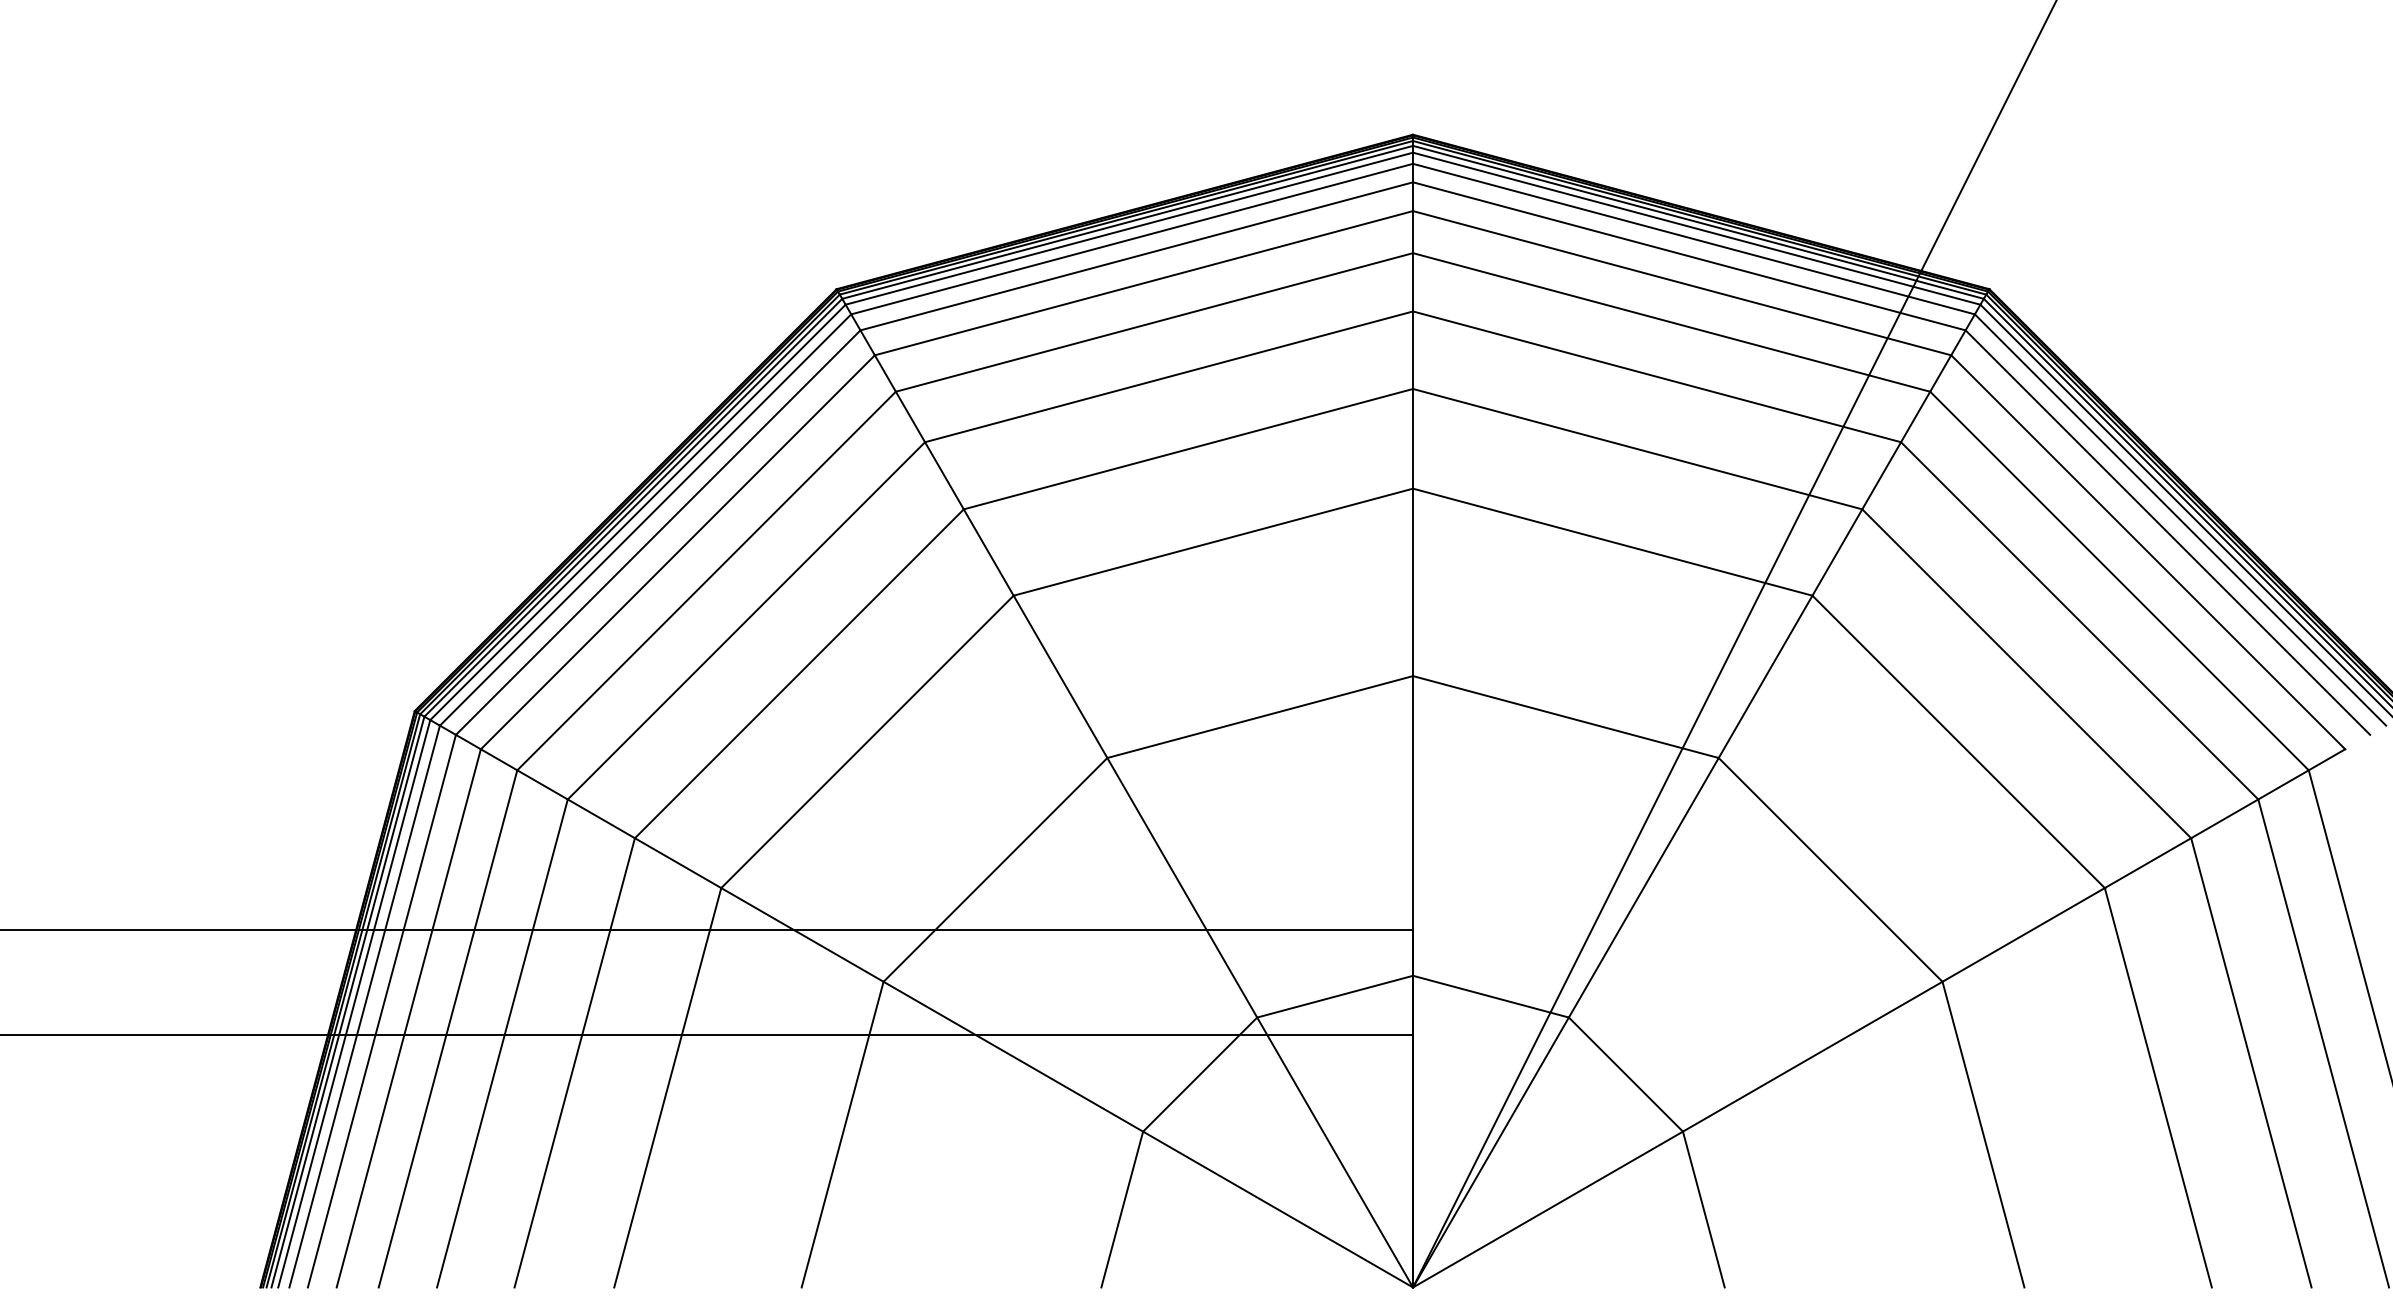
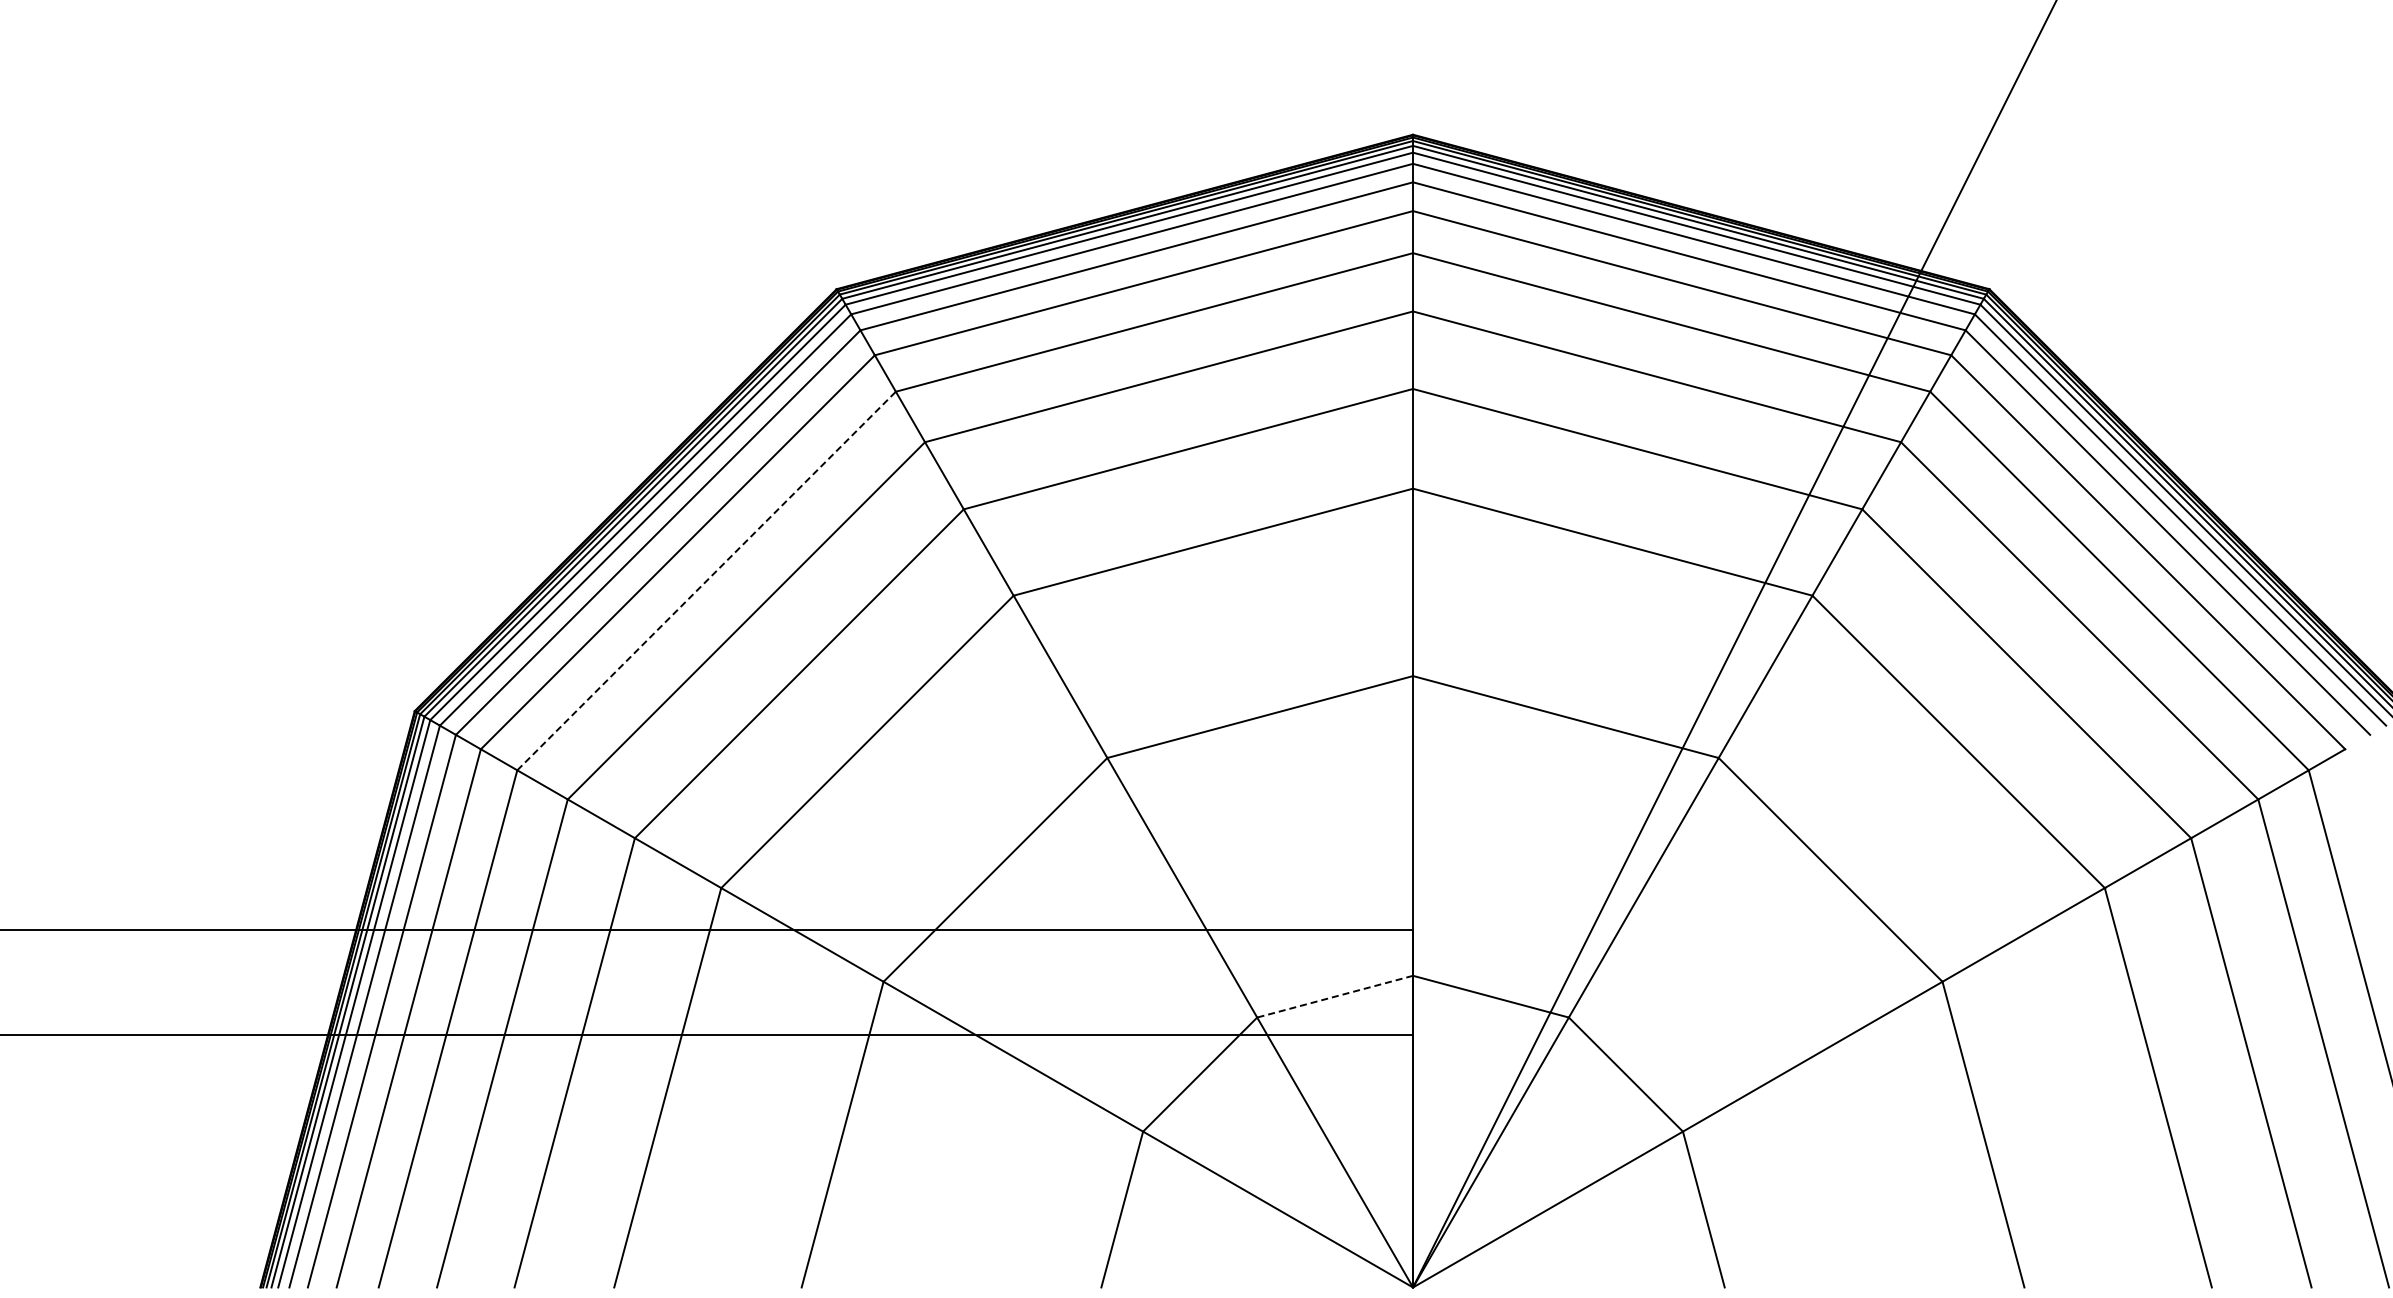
line at (706, 581): solid -> dashed
line at (1335, 996): solid -> dashed
